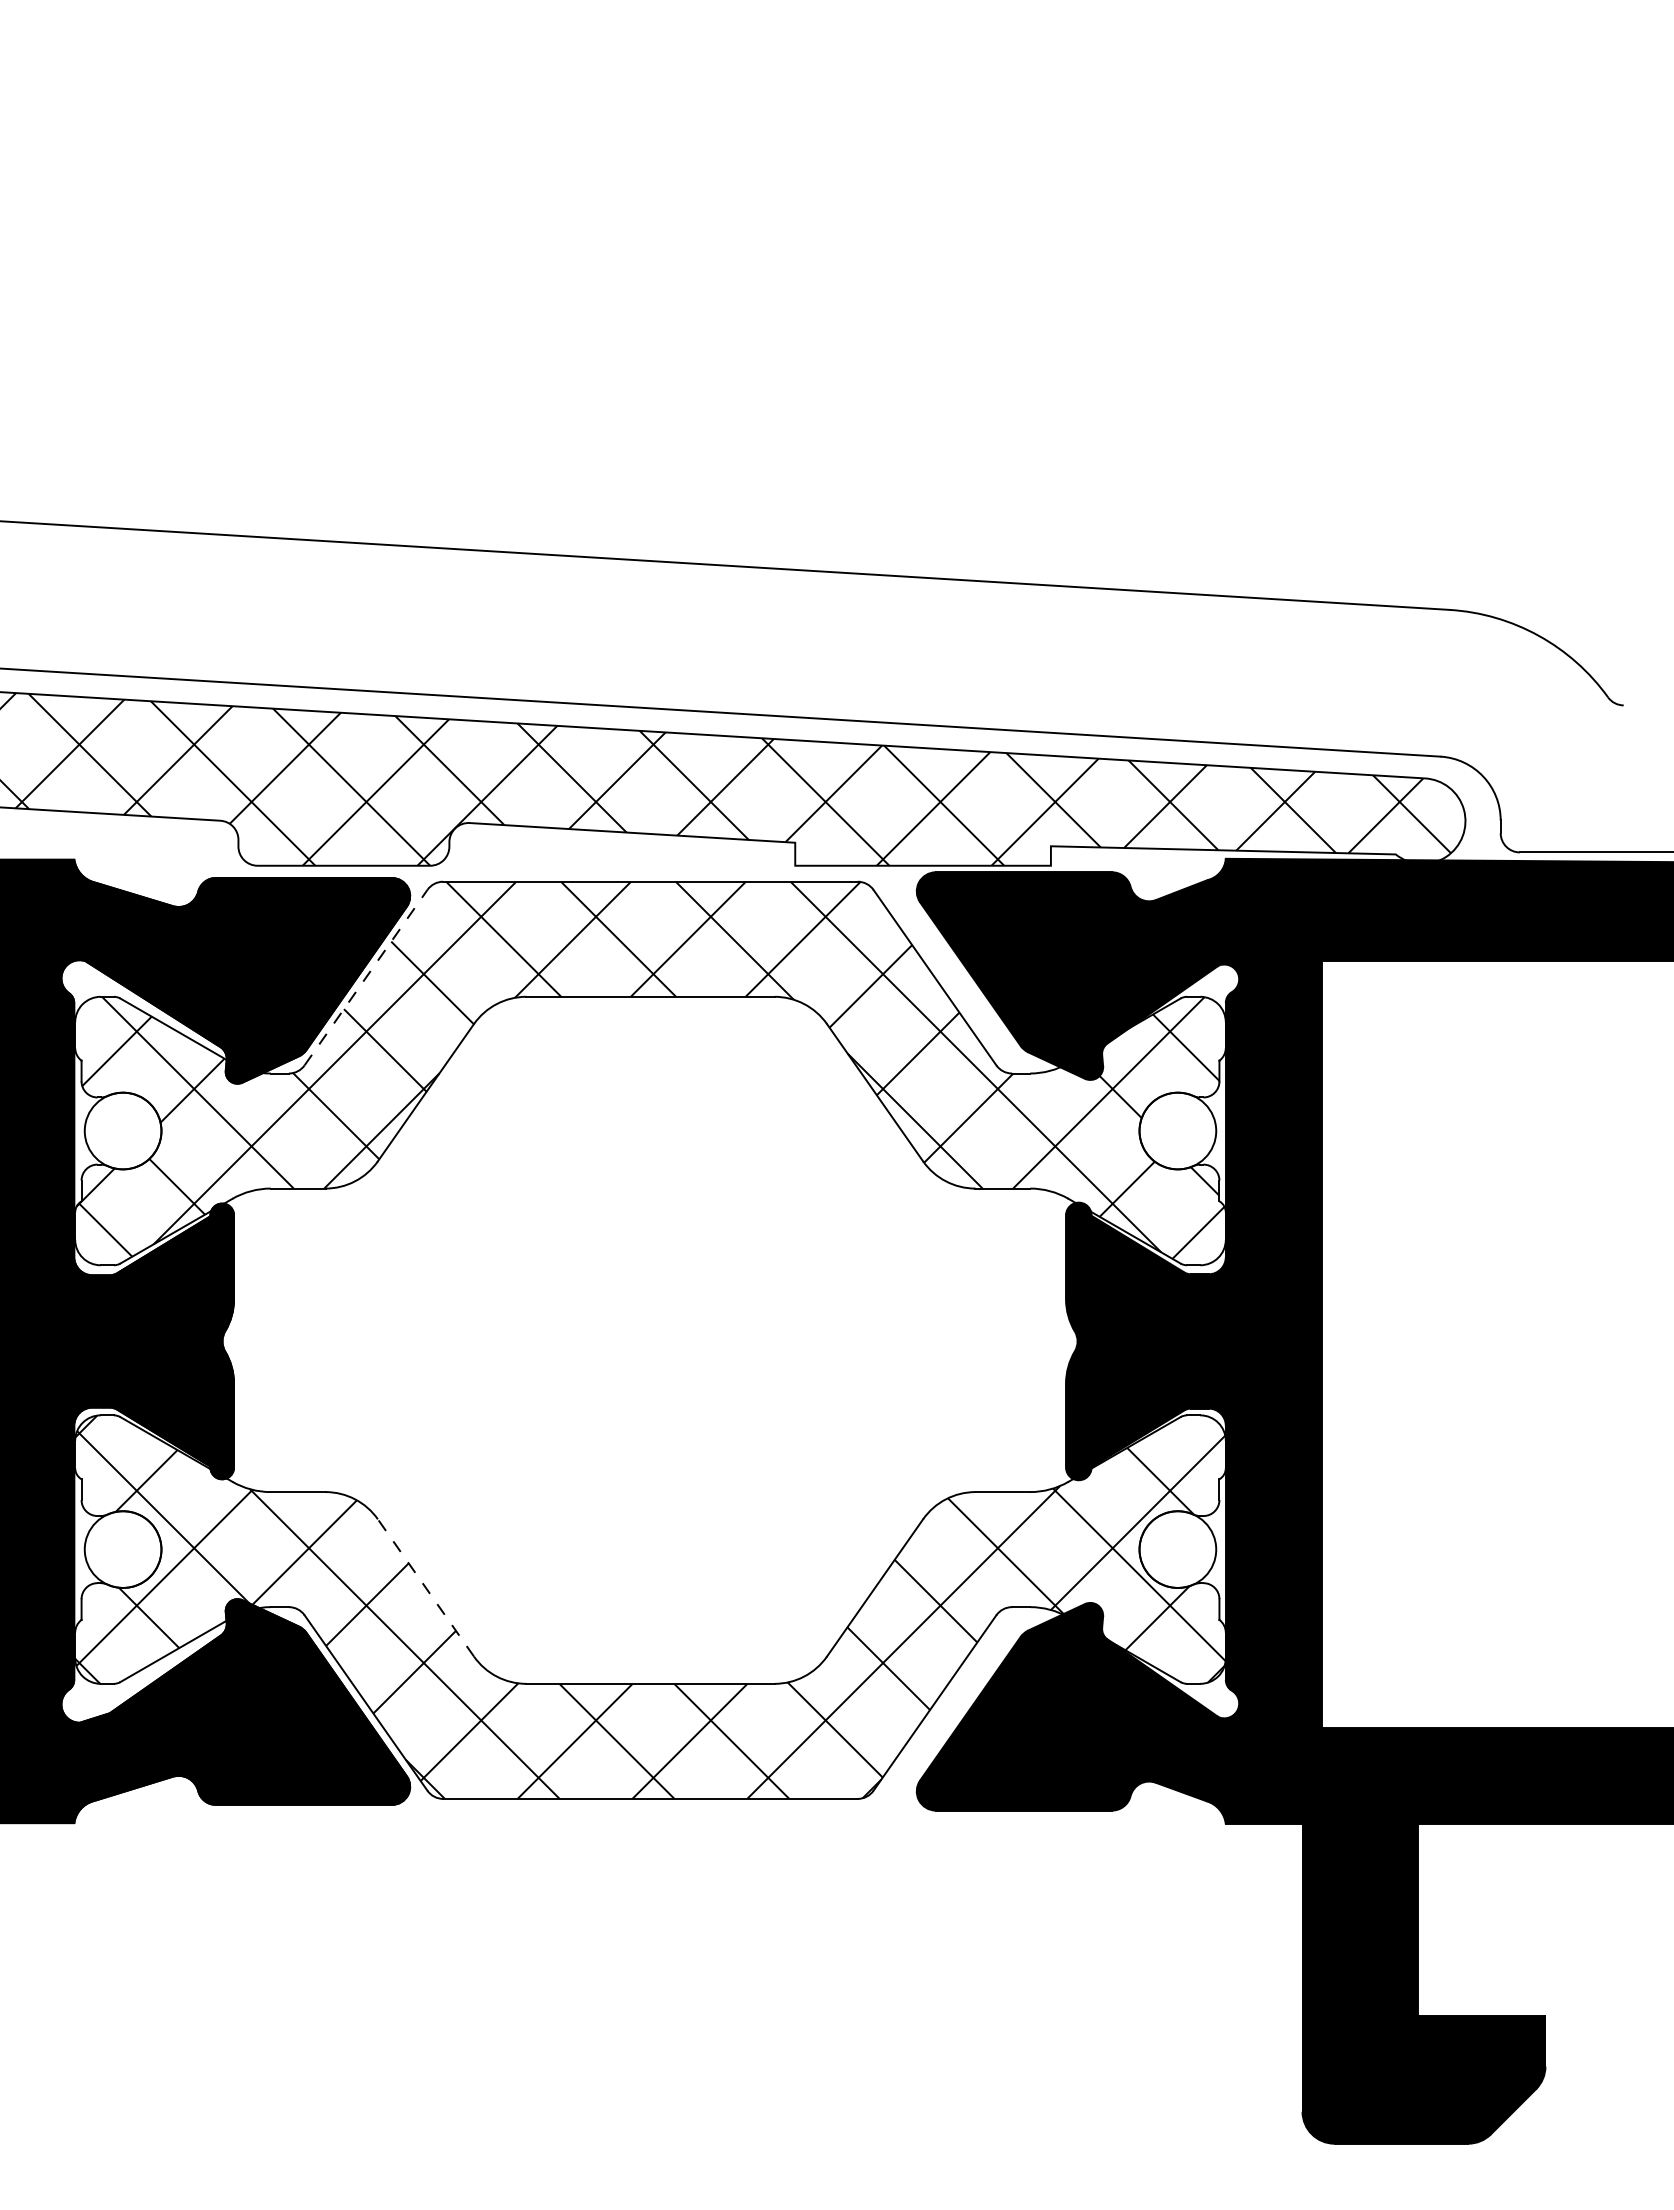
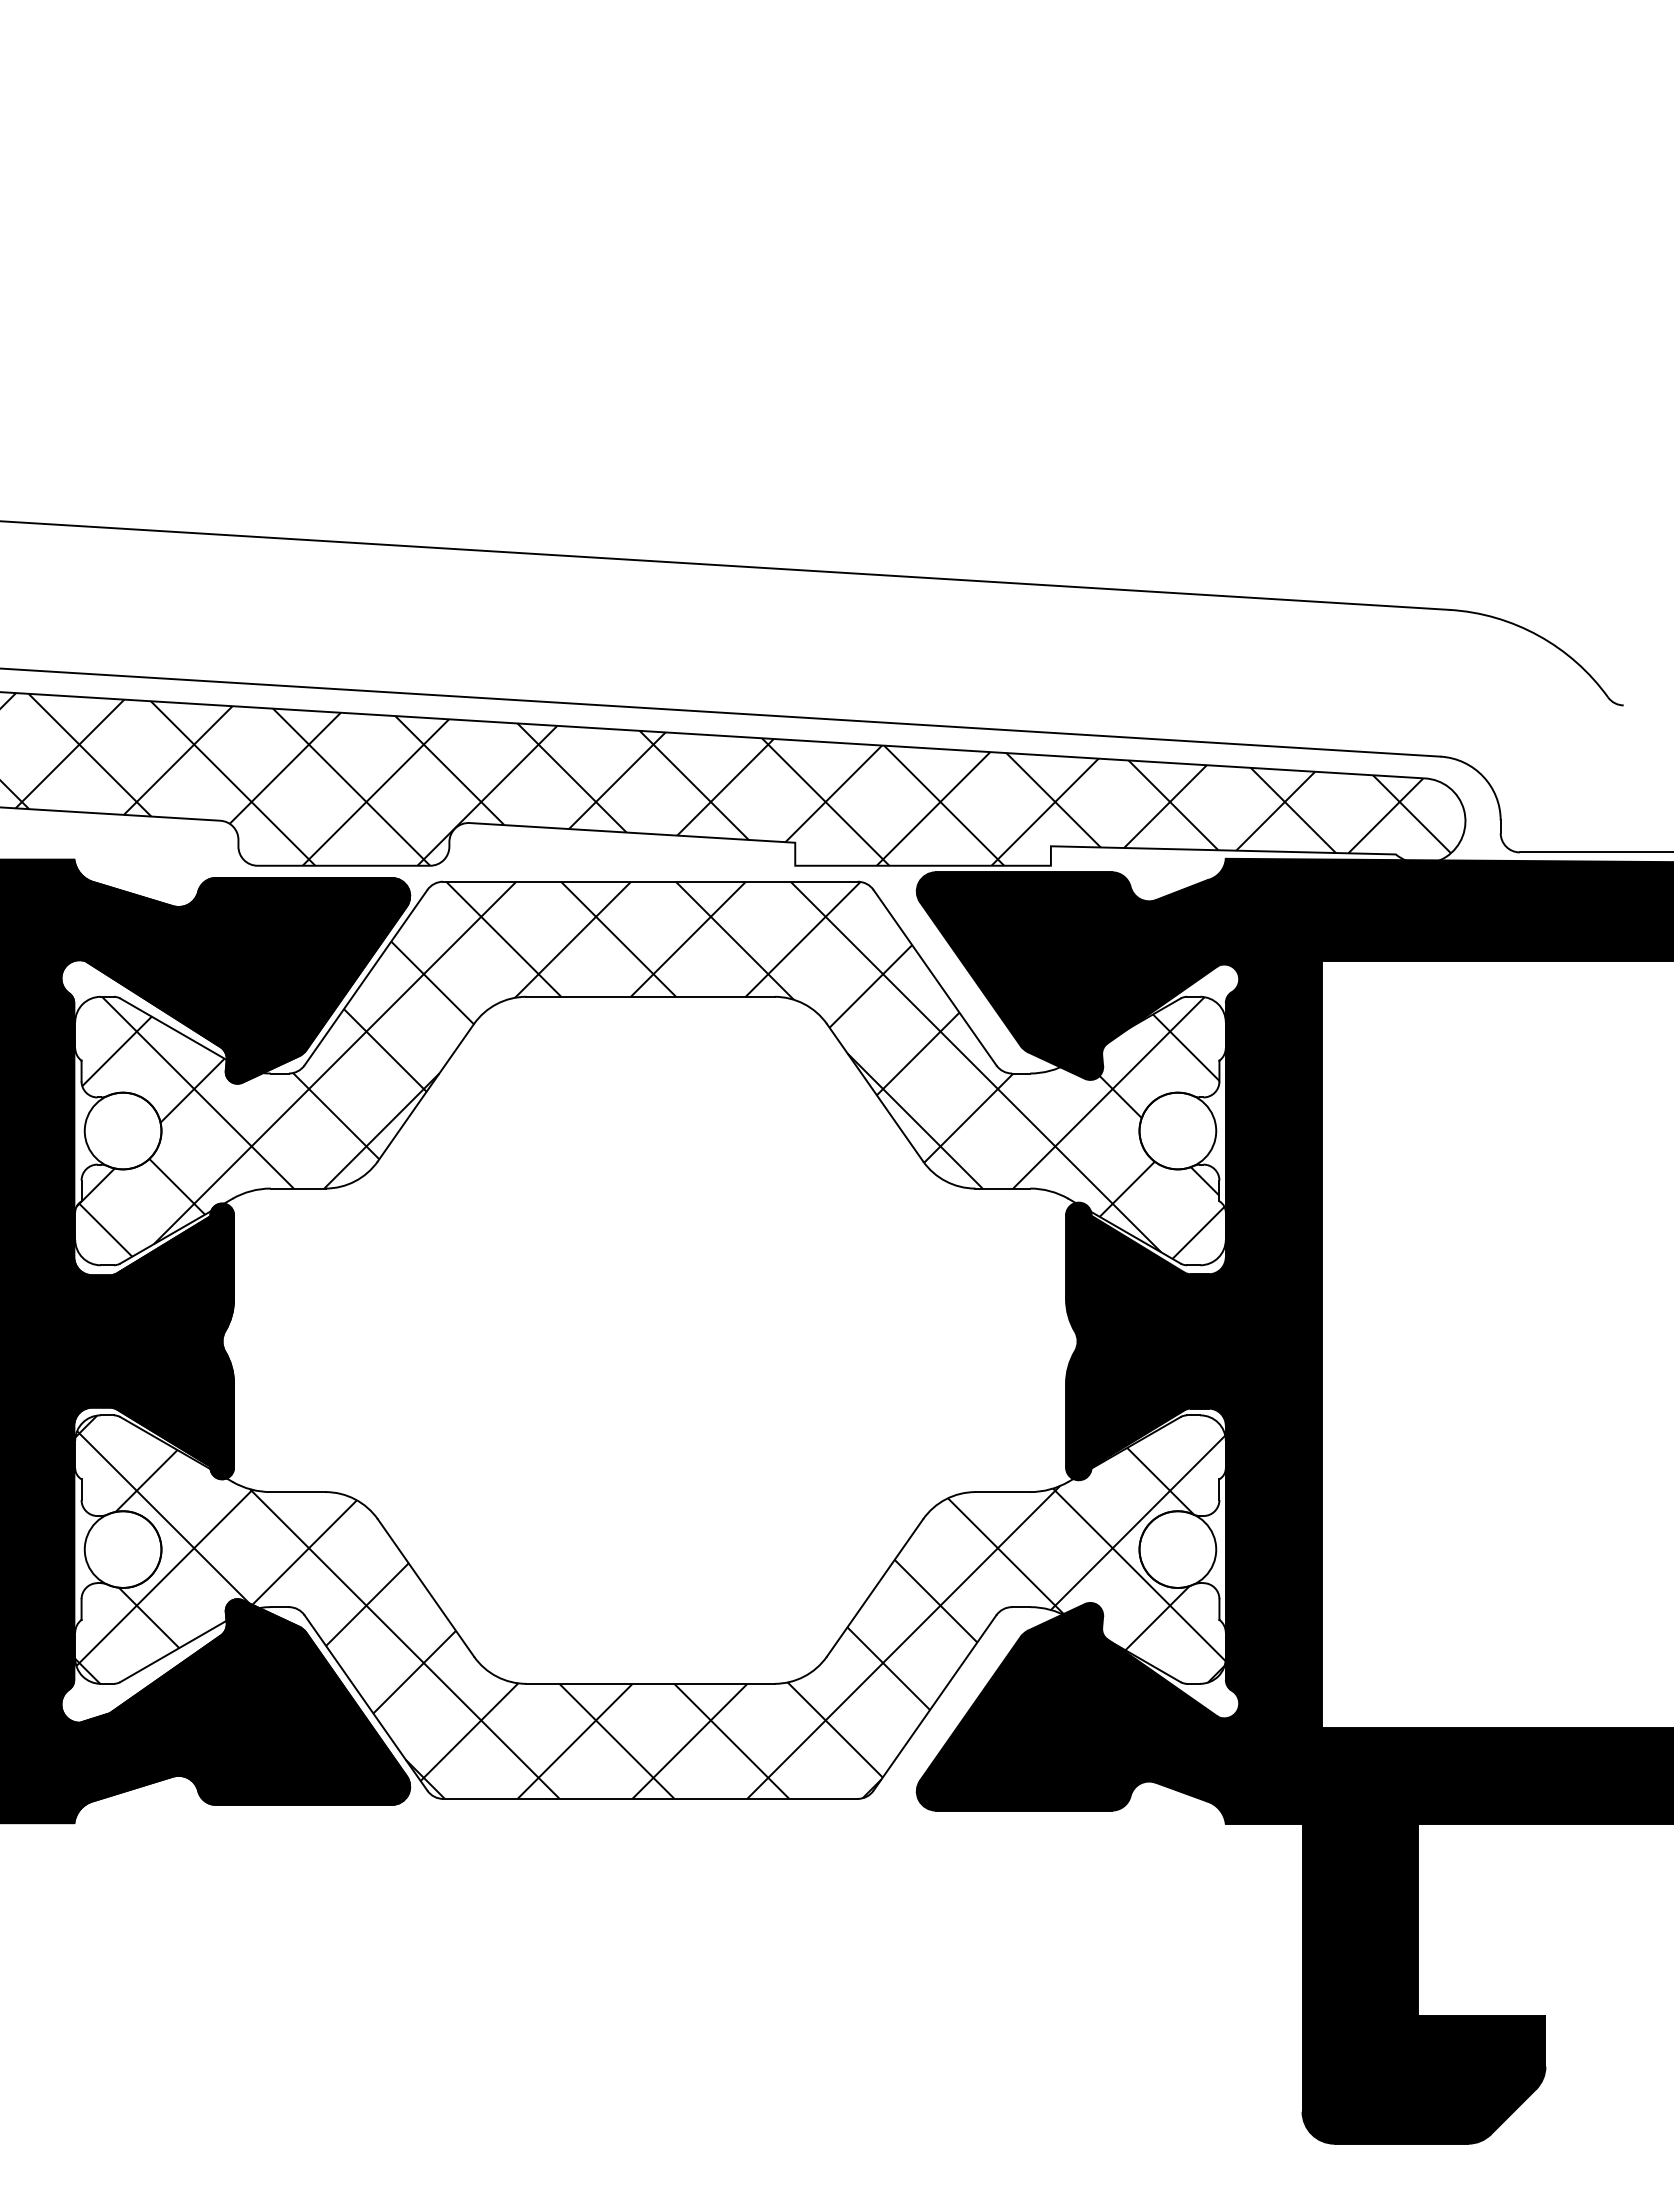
line at (366, 977): dashed -> solid
line at (425, 1587): dashed -> solid
